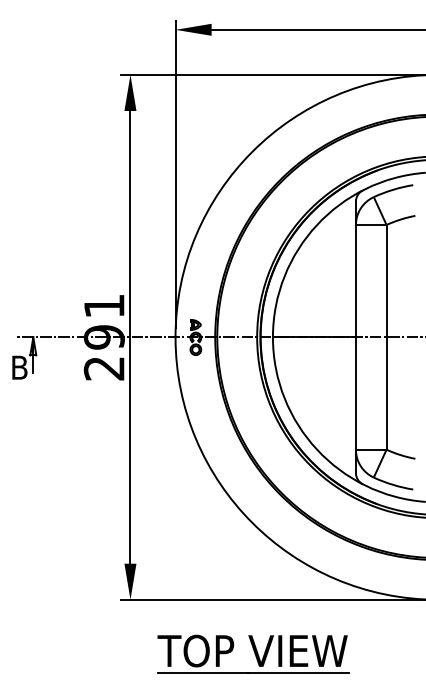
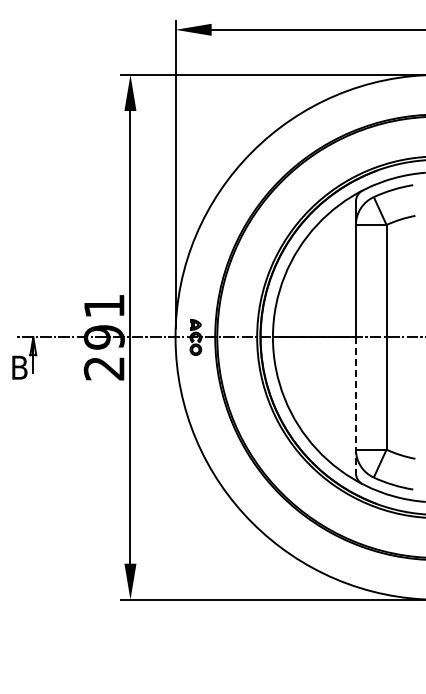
line at (355, 405): solid -> dashed
part at (253, 653): present -> none
